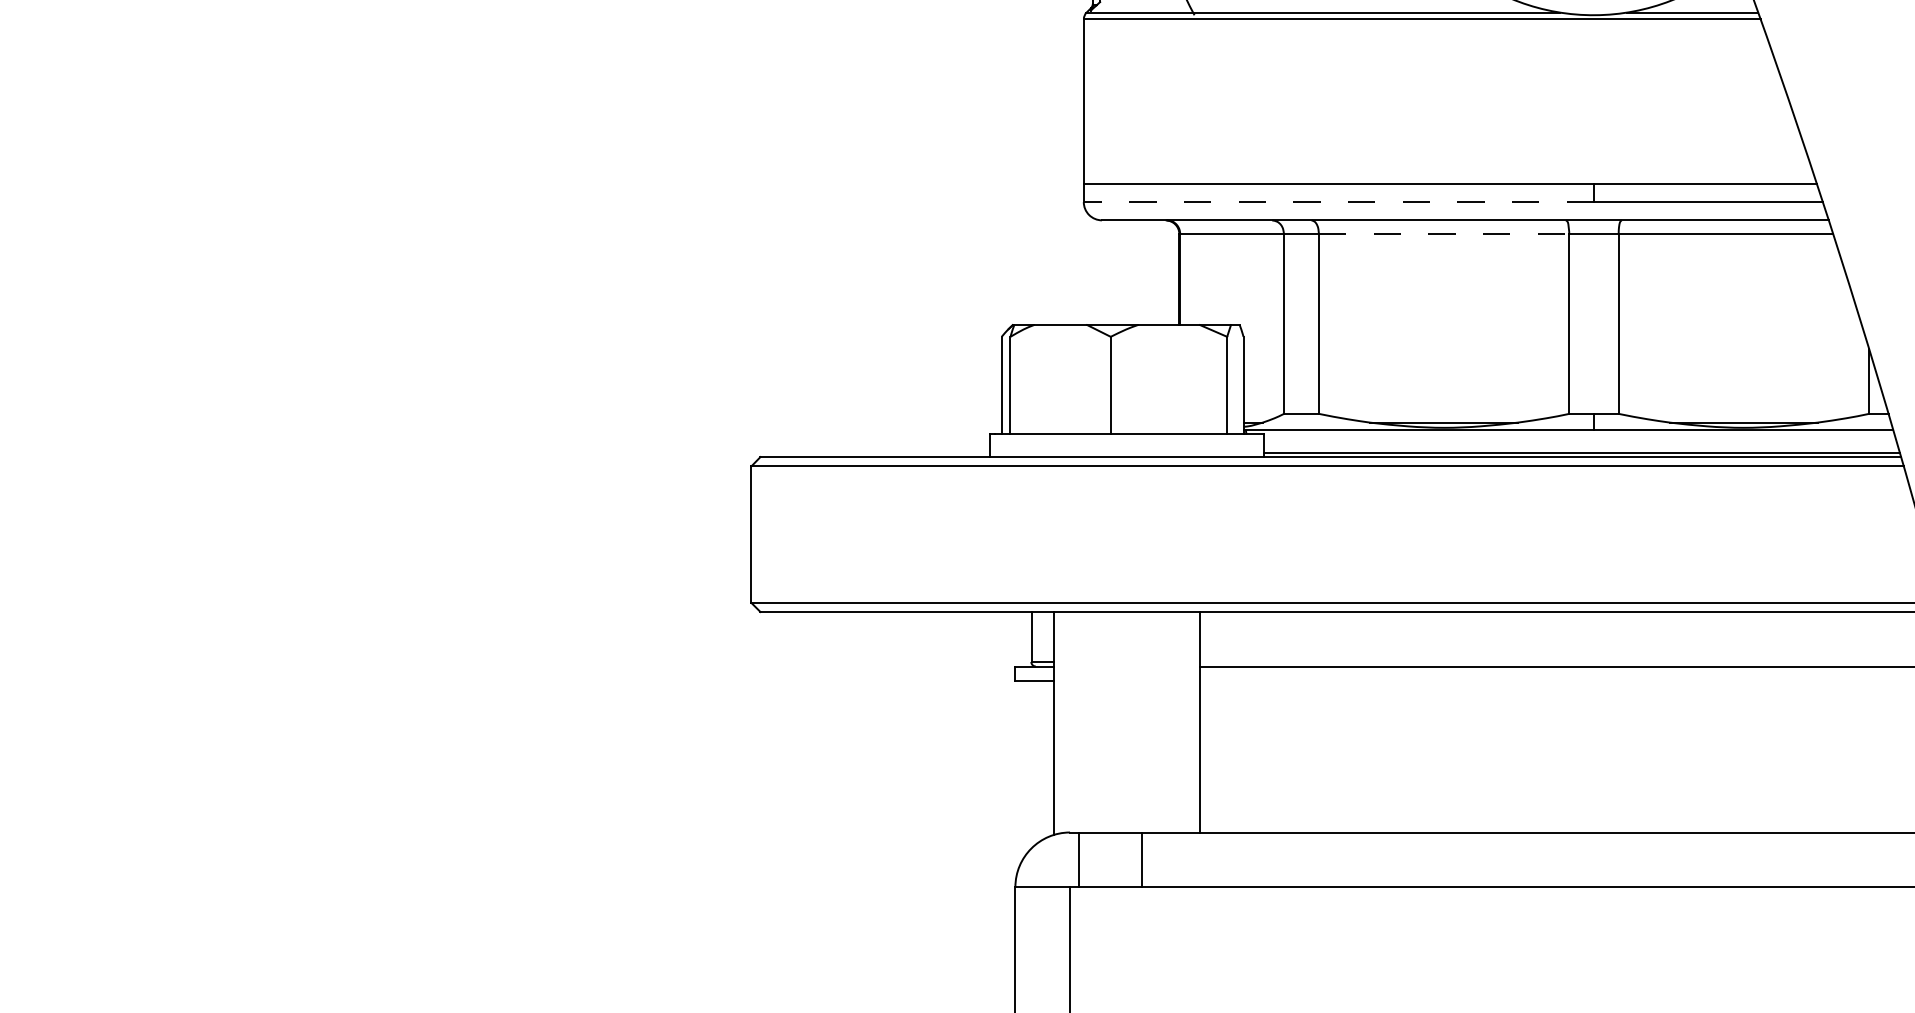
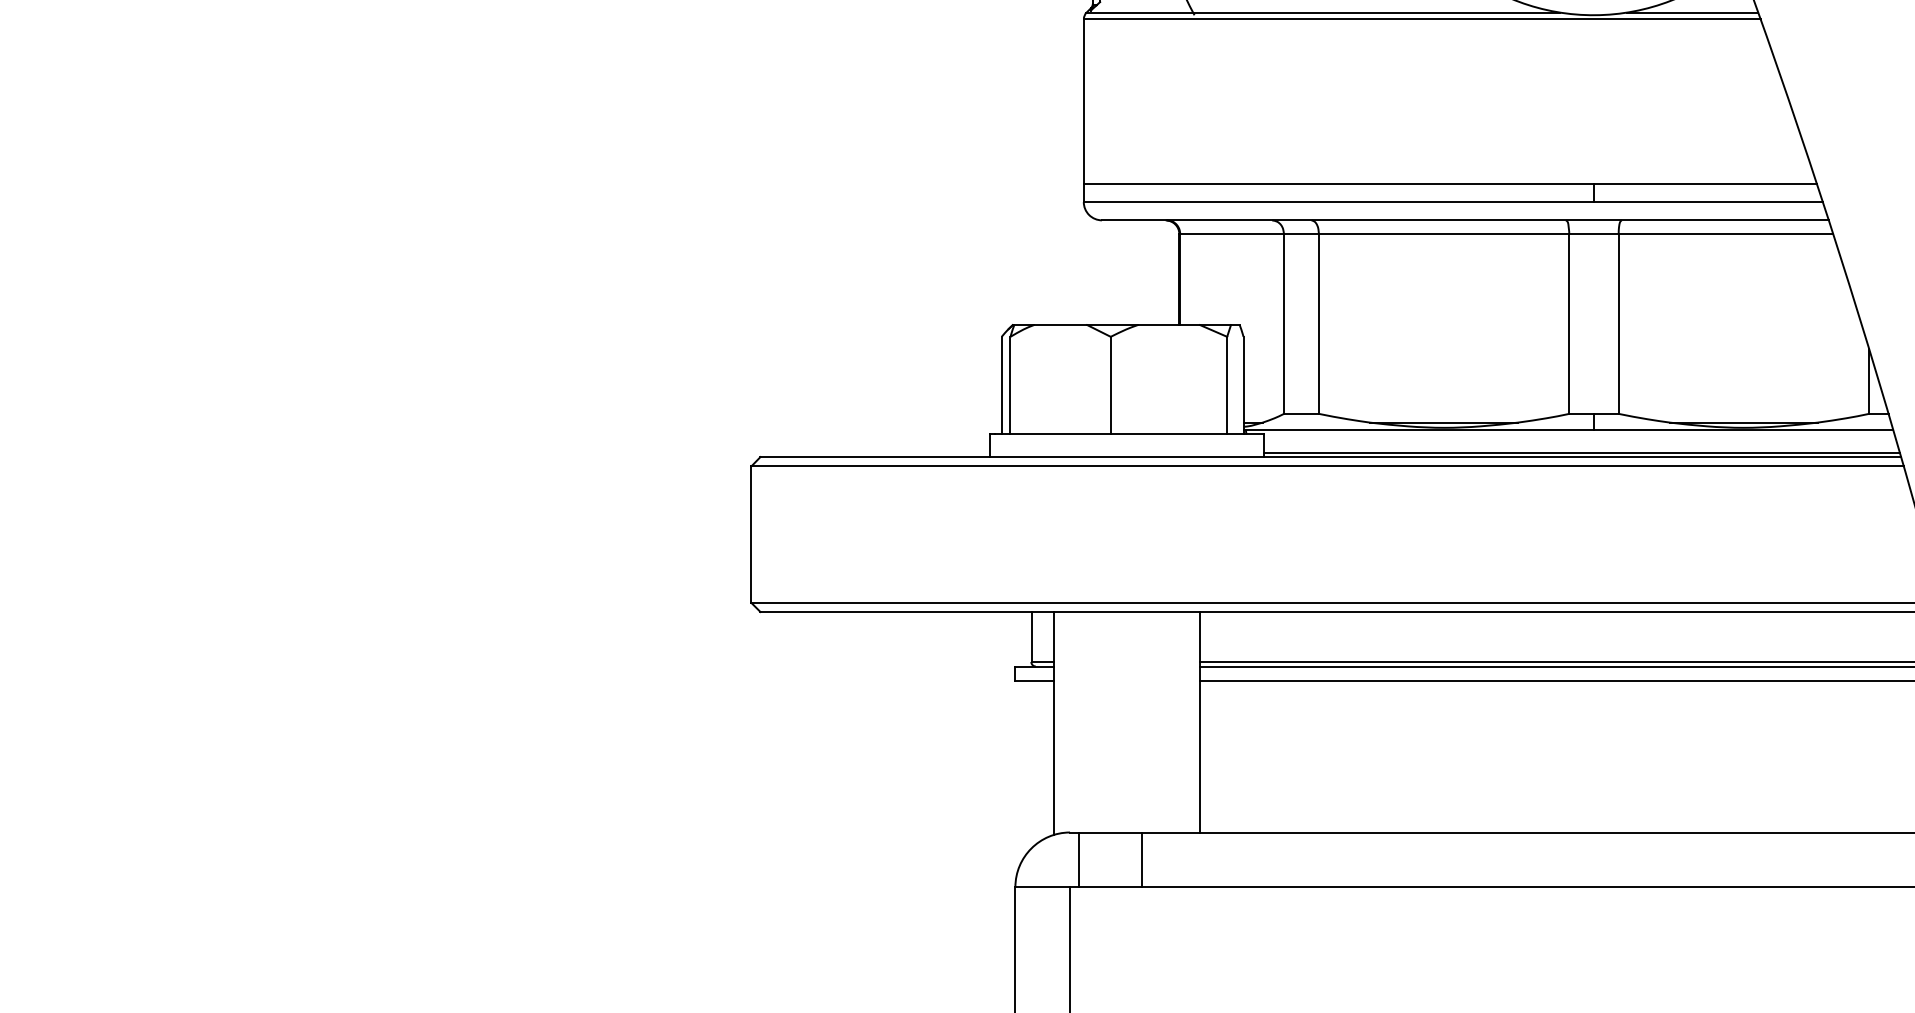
line at (1338, 202): dashed -> solid
line at (1444, 234): dashed -> solid
line at (1555, 662): none -> present
line at (1555, 681): none -> present
